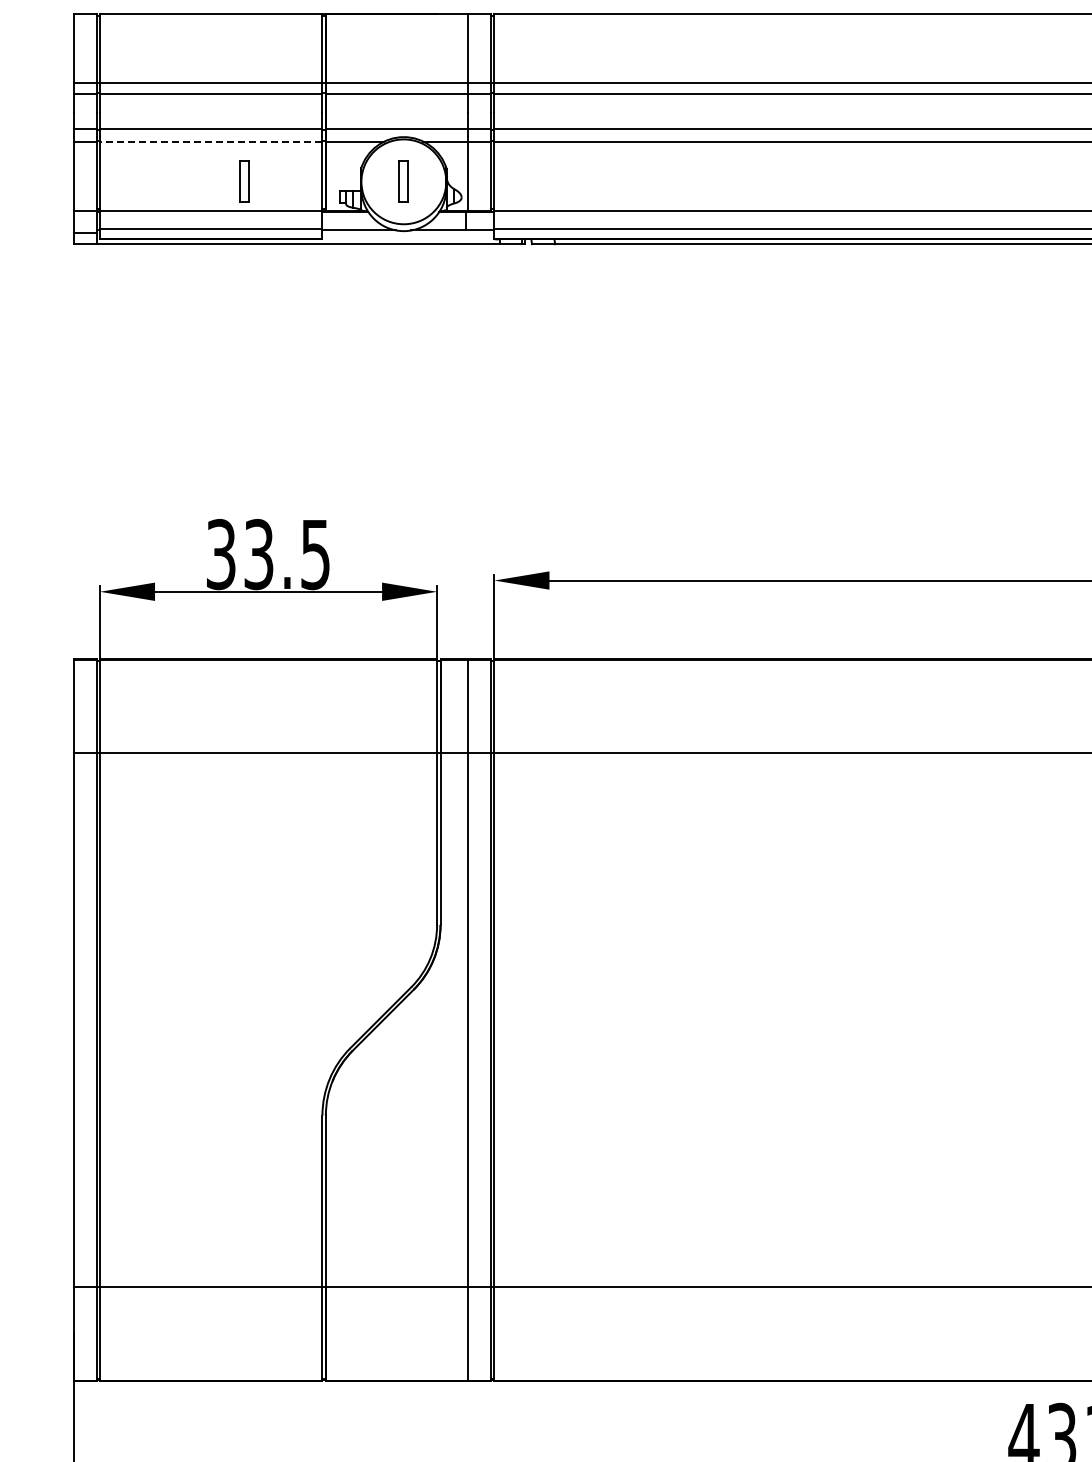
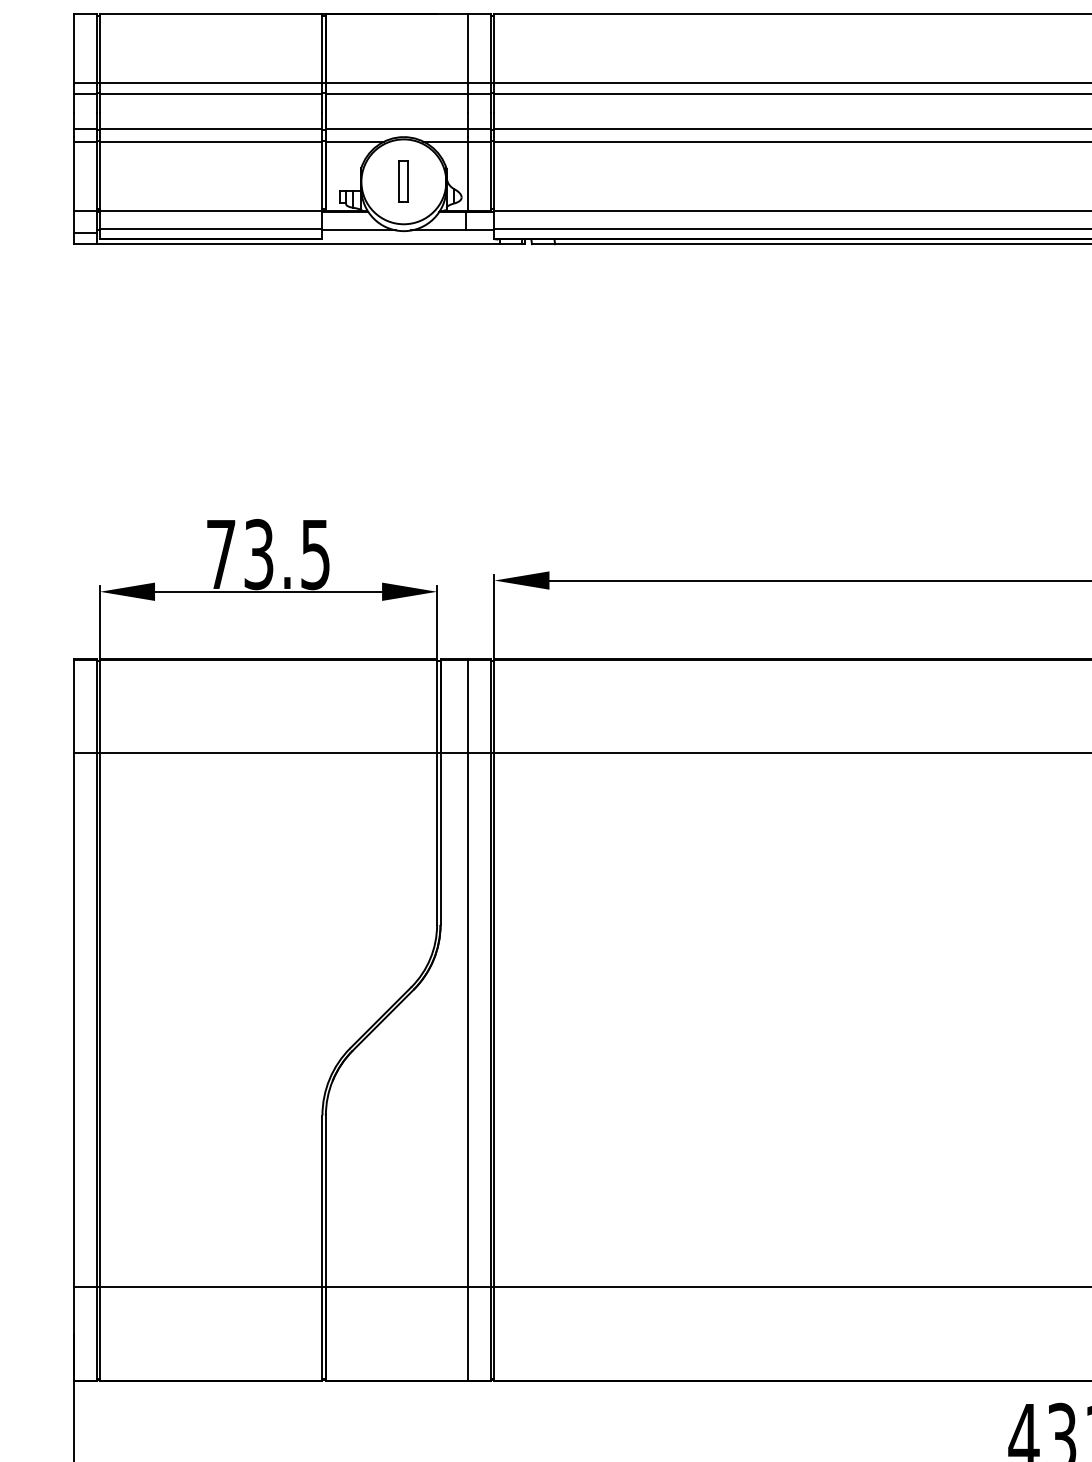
line at (210, 141): dashed -> solid
part at (244, 181): present -> none
text at (221, 554): 33.5 -> 73.5
